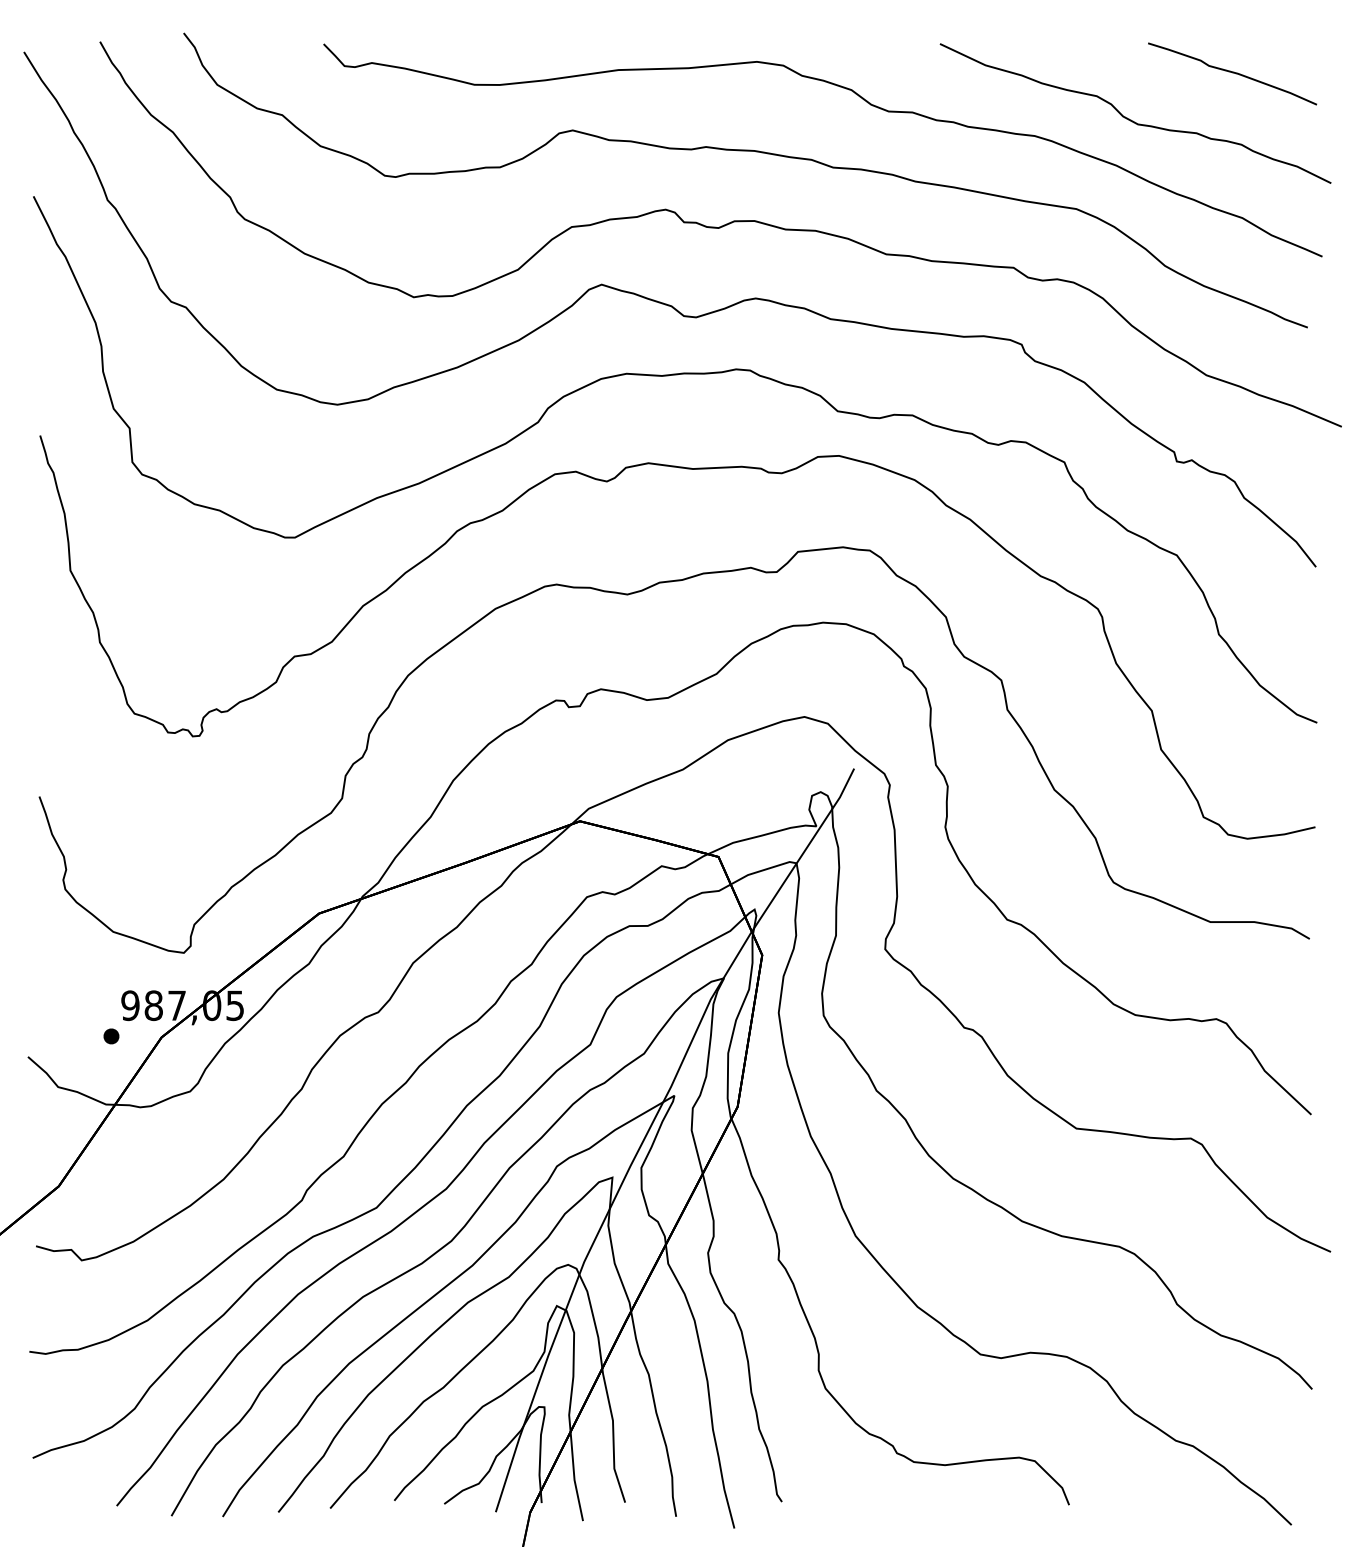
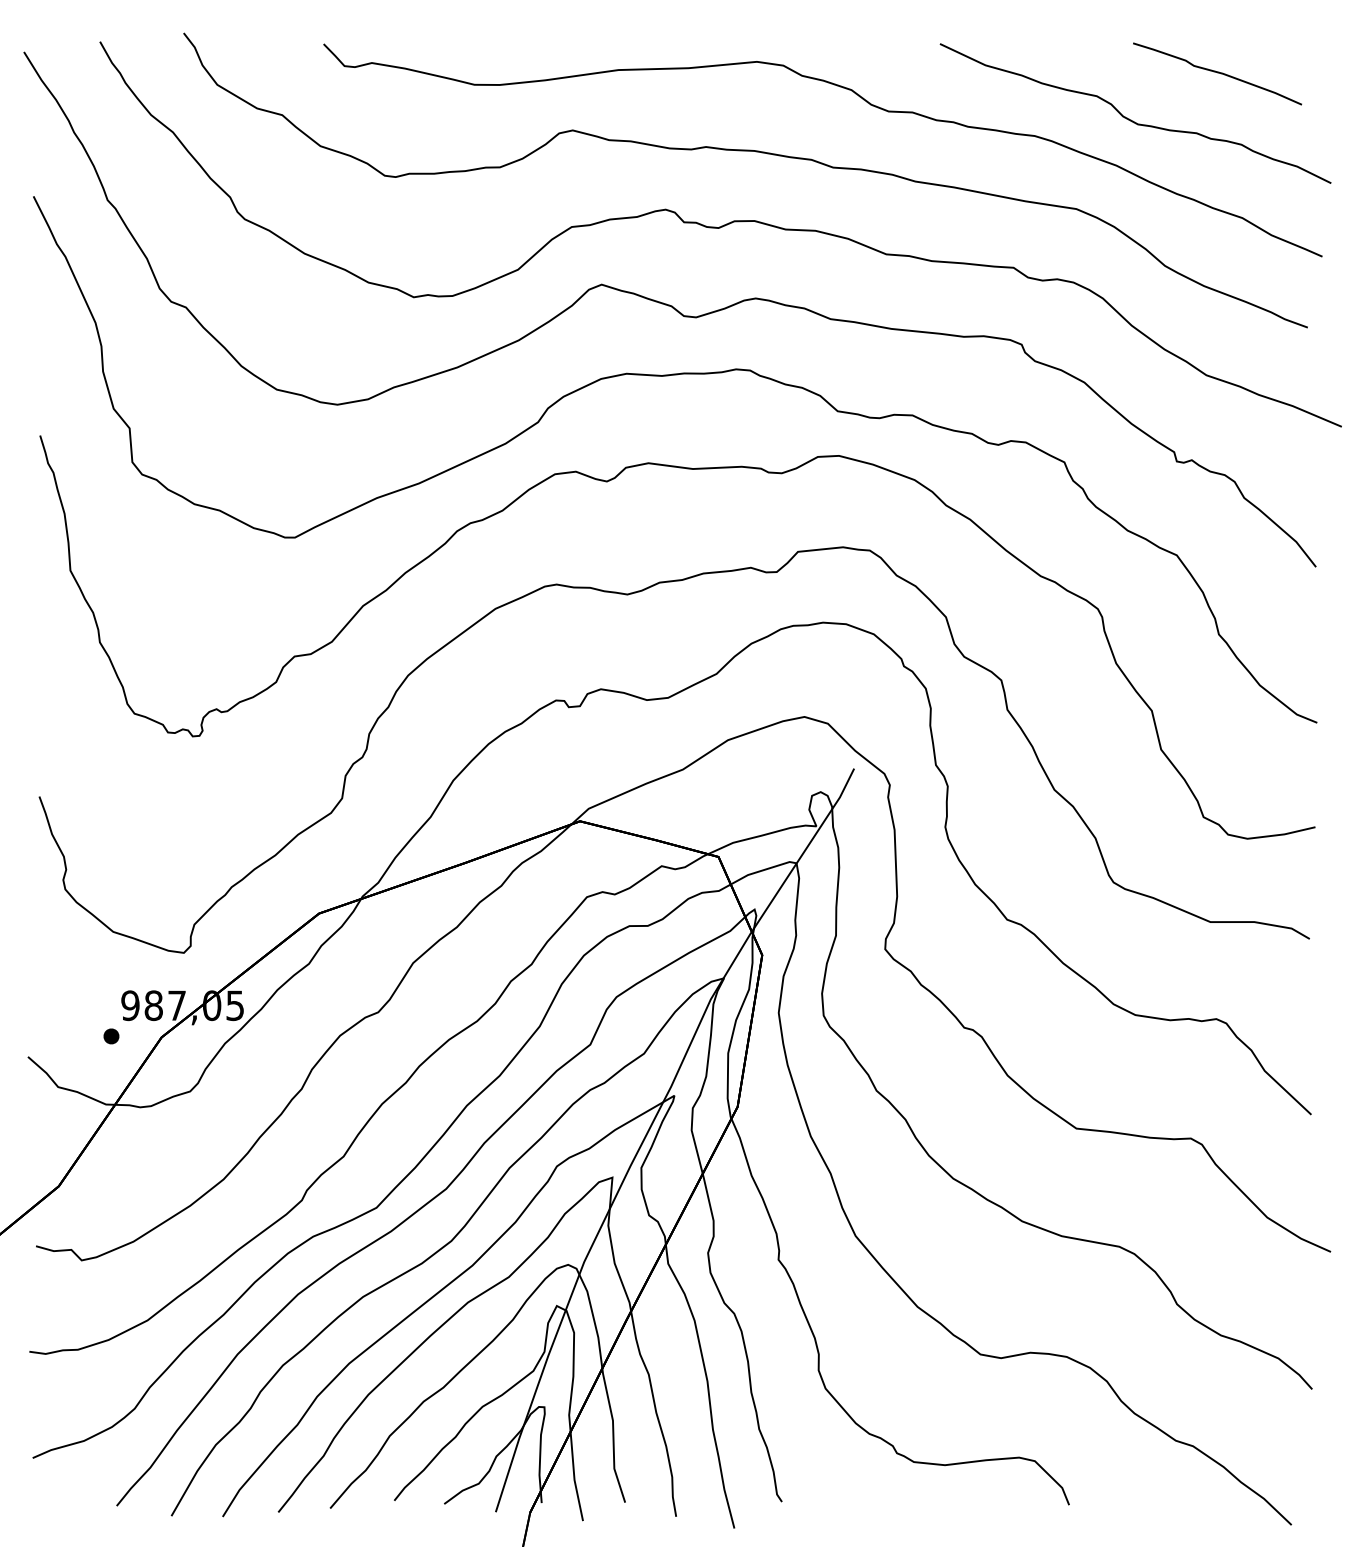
part at (1232, 73) position: (1232, 73) -> (1217, 73)
